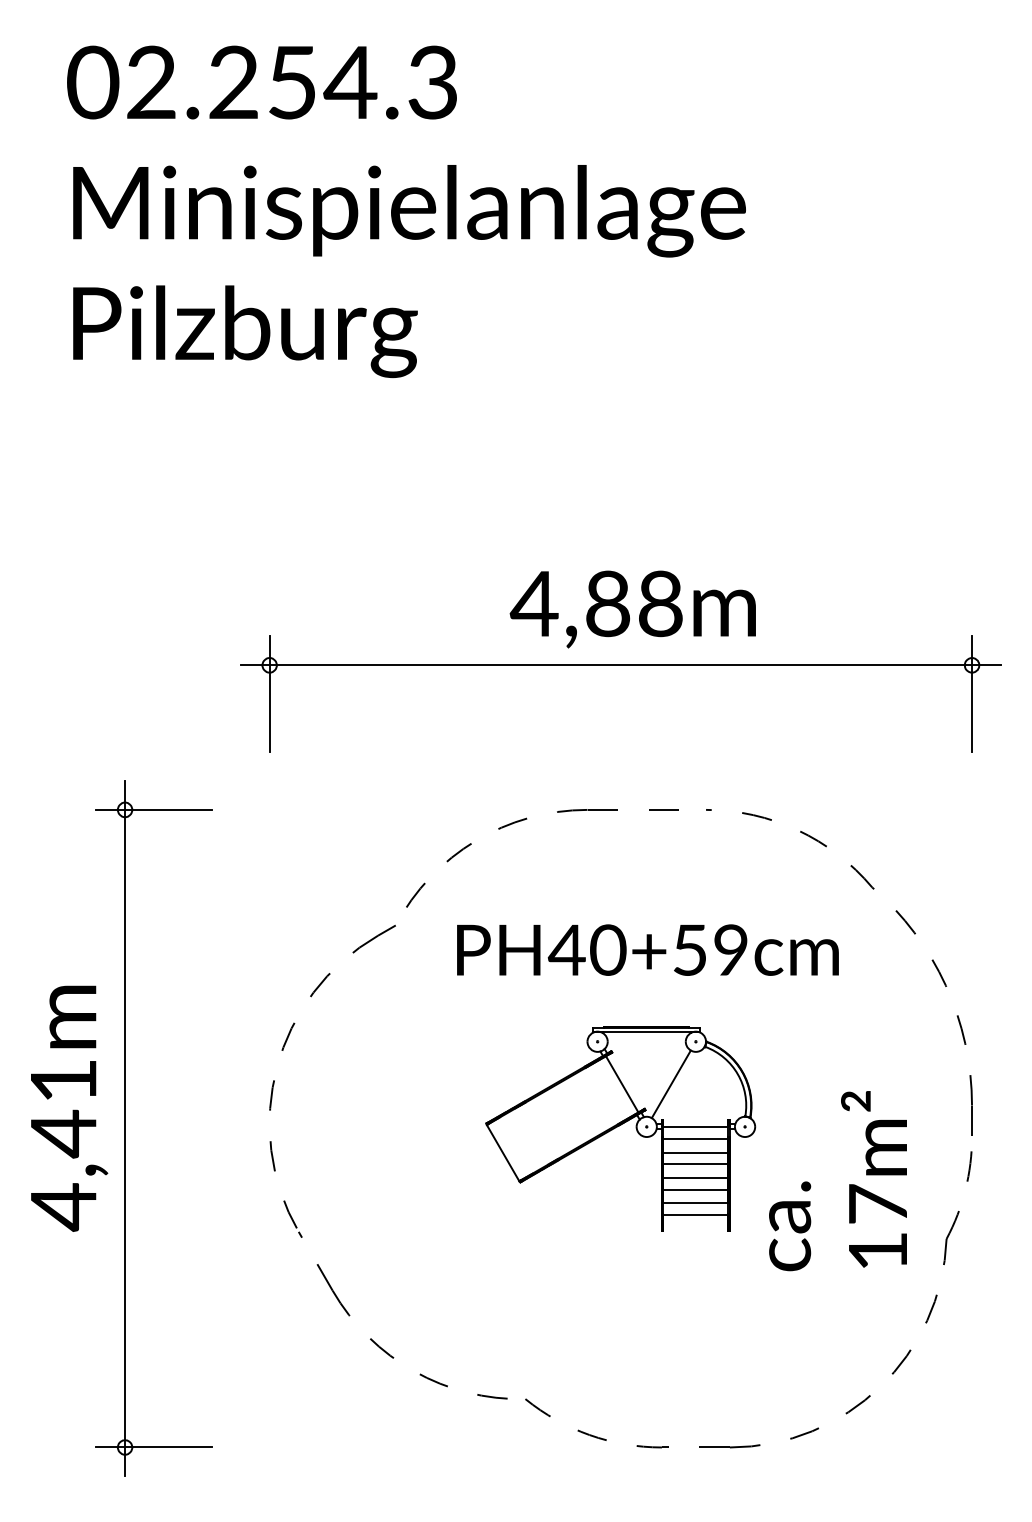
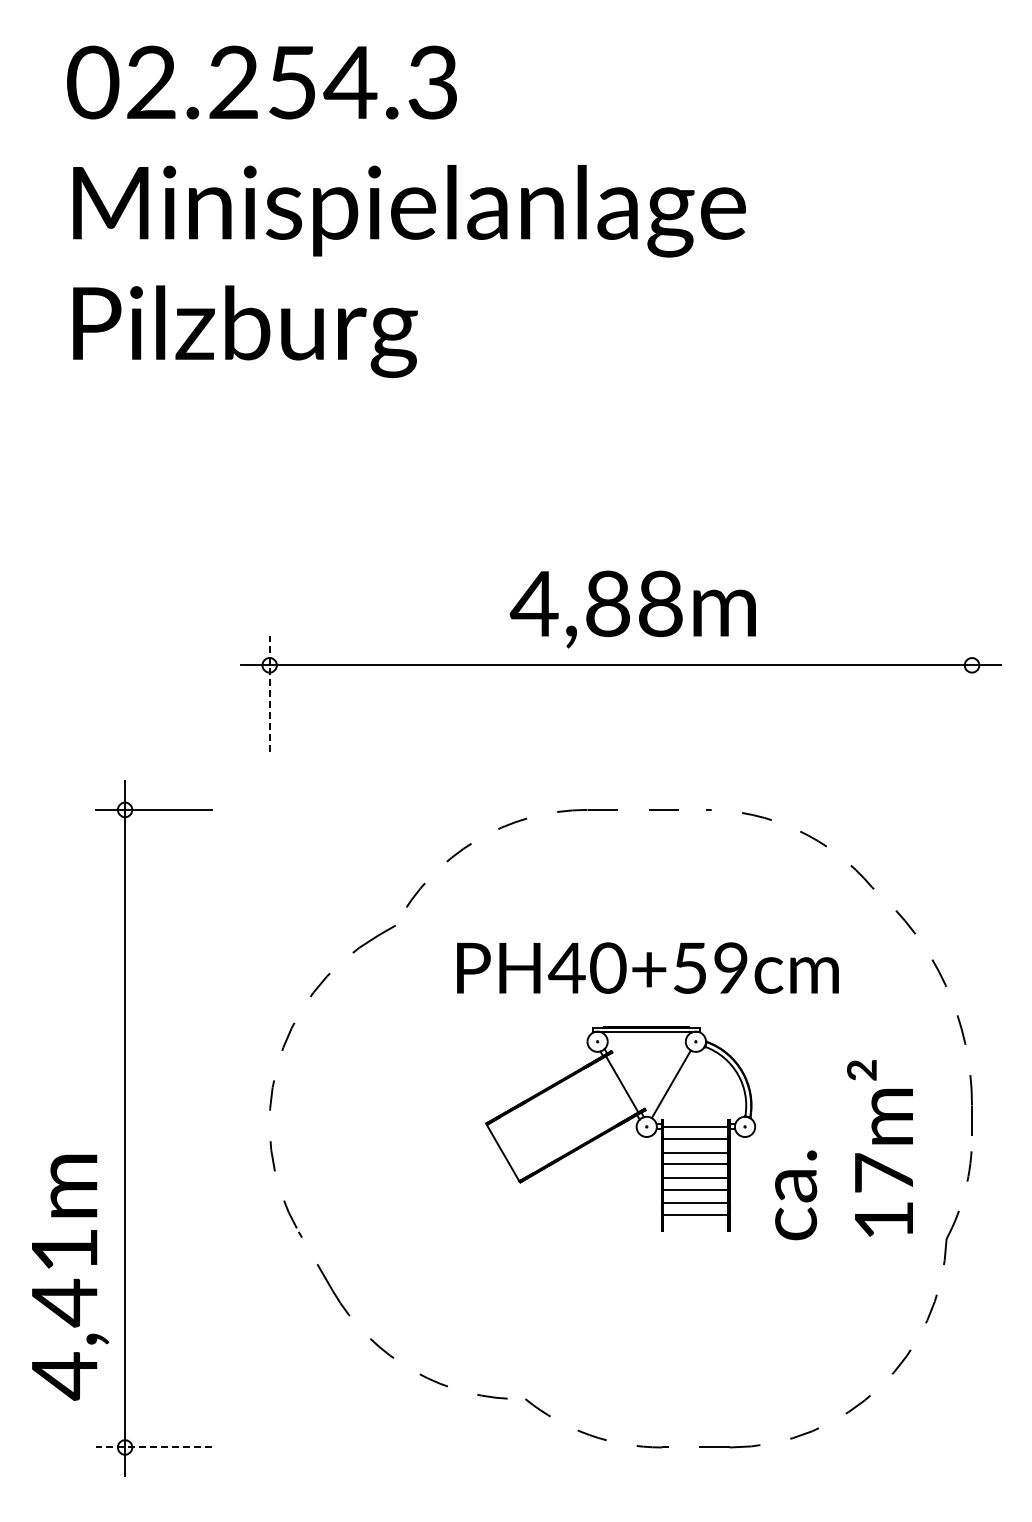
line at (269, 694): solid -> dashed
line at (971, 694): present -> none
text at (647, 949) position: (647, 949) -> (647, 967)
text at (69, 1108) position: (69, 1108) -> (70, 1277)
text at (837, 1181) position: (837, 1181) -> (843, 1150)
line at (154, 1447): solid -> dashed
